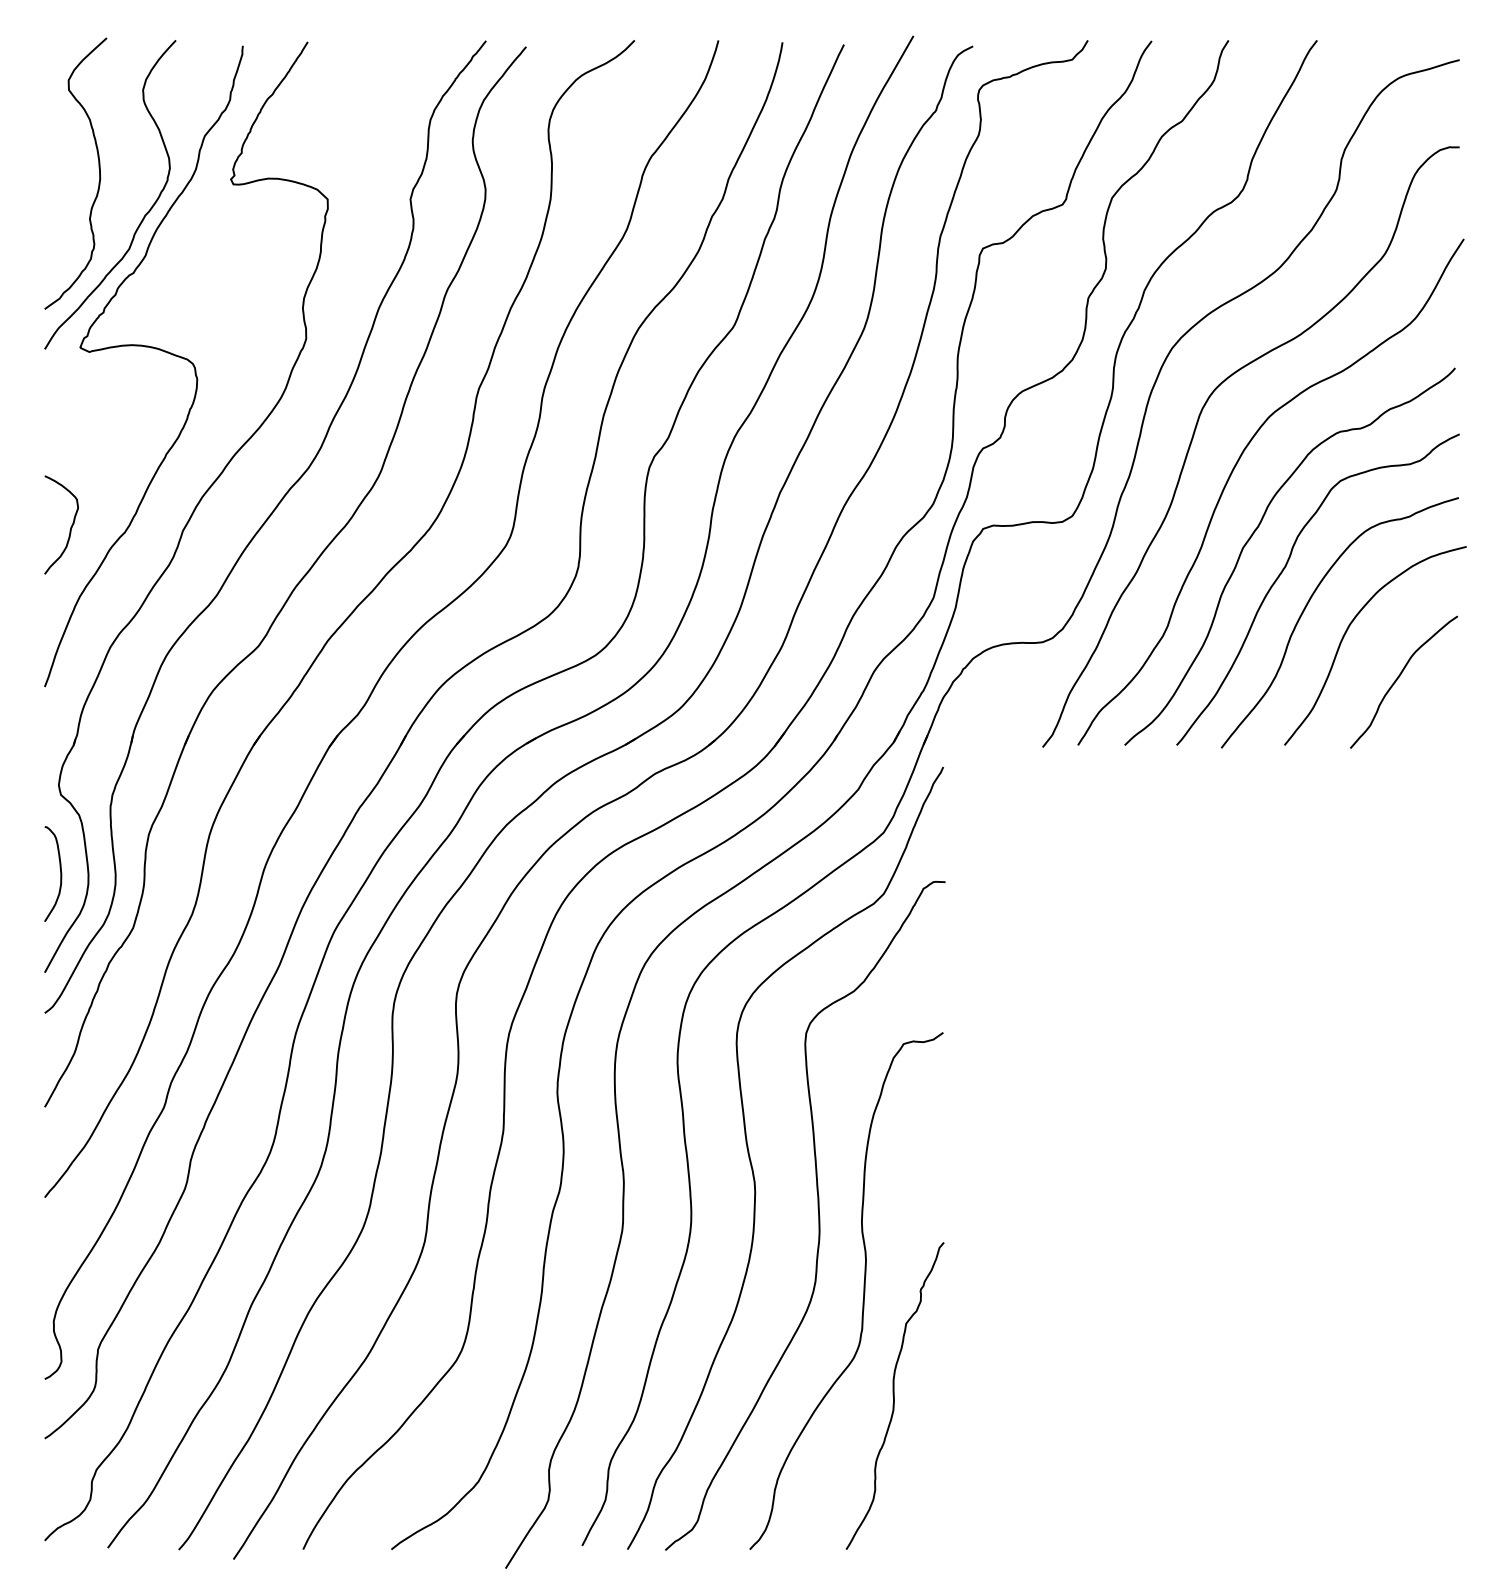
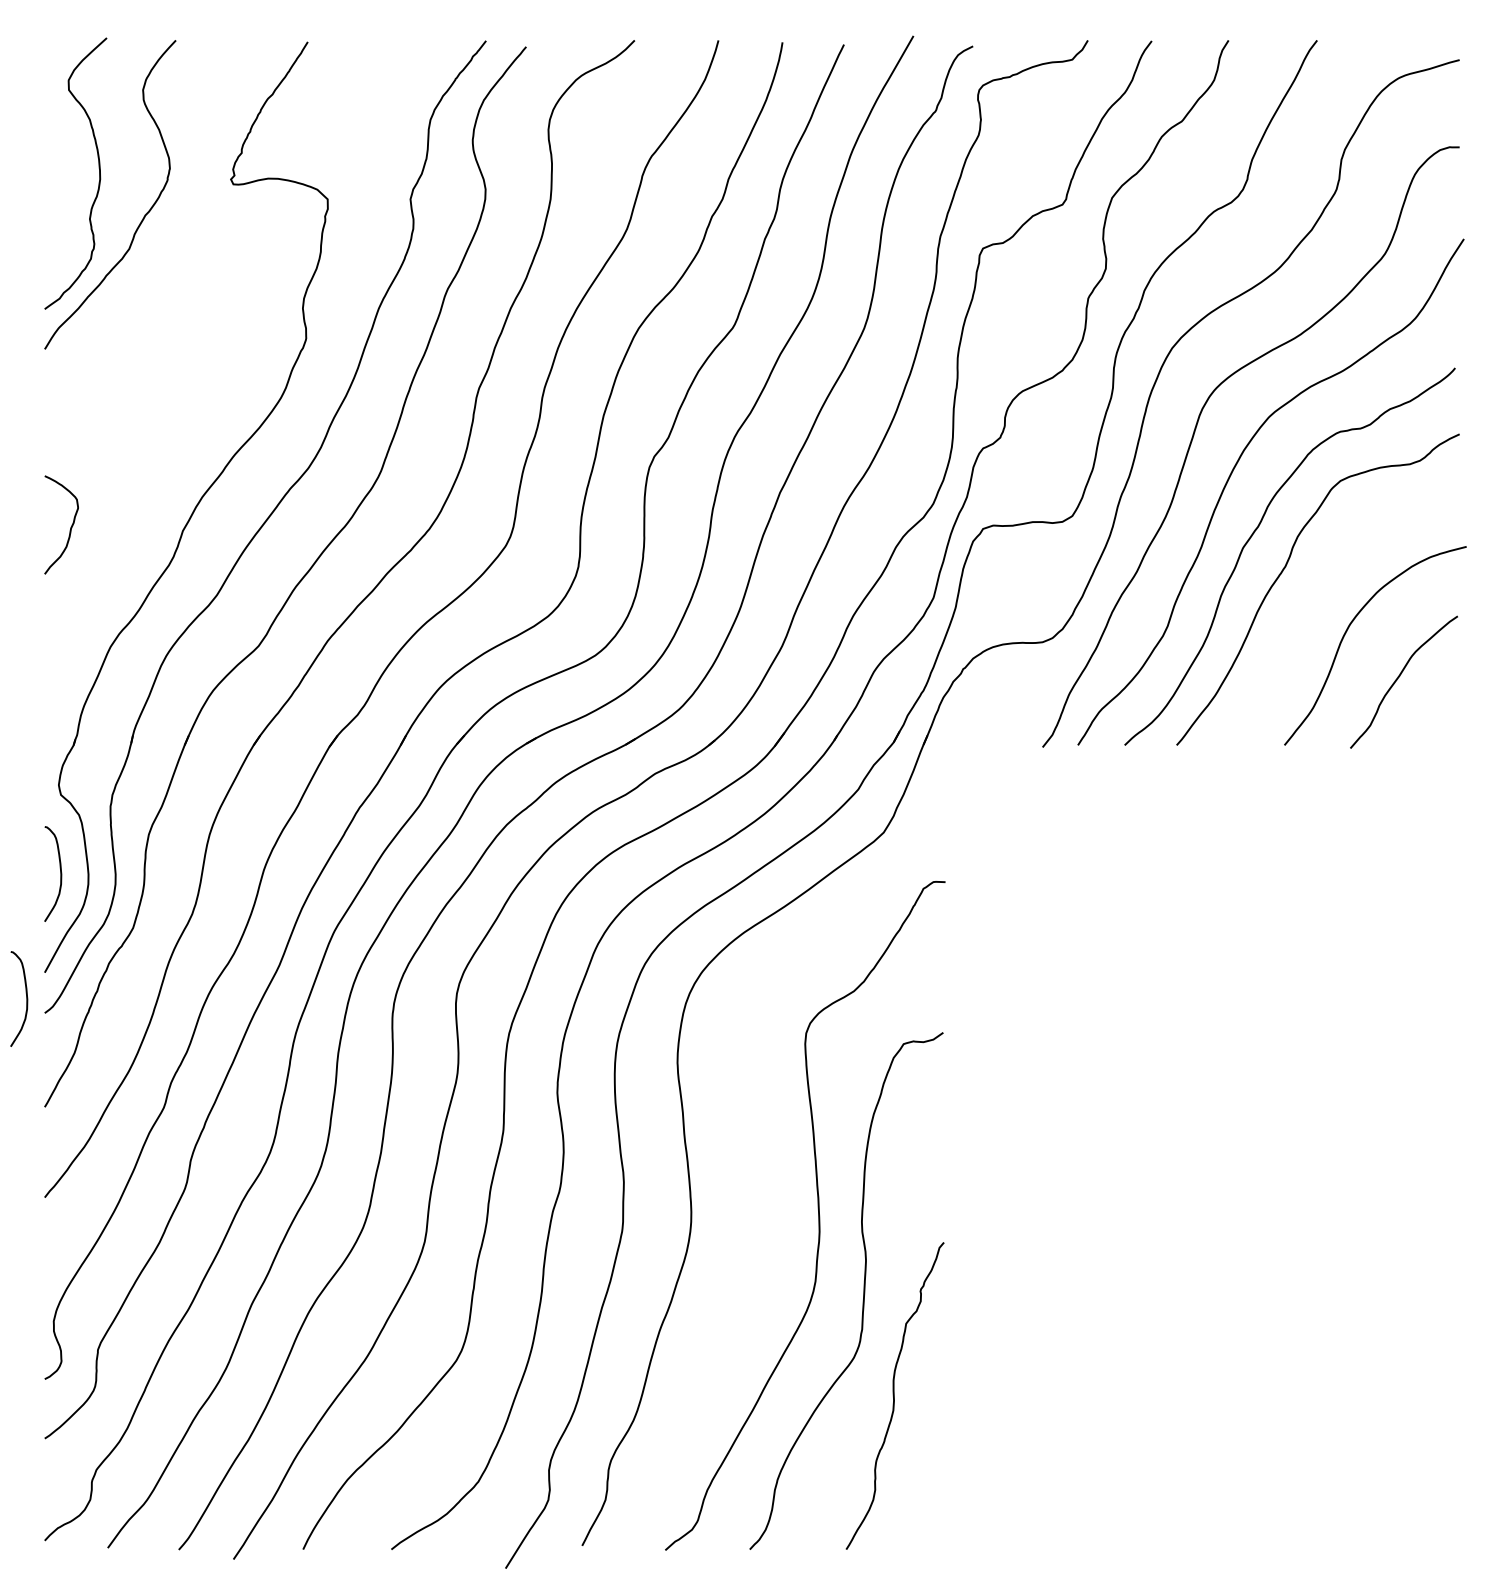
curve at (144, 347): present -> none
curve at (1308, 604): present -> none
curve at (26, 998): none -> present
curve at (752, 1164): present -> none
